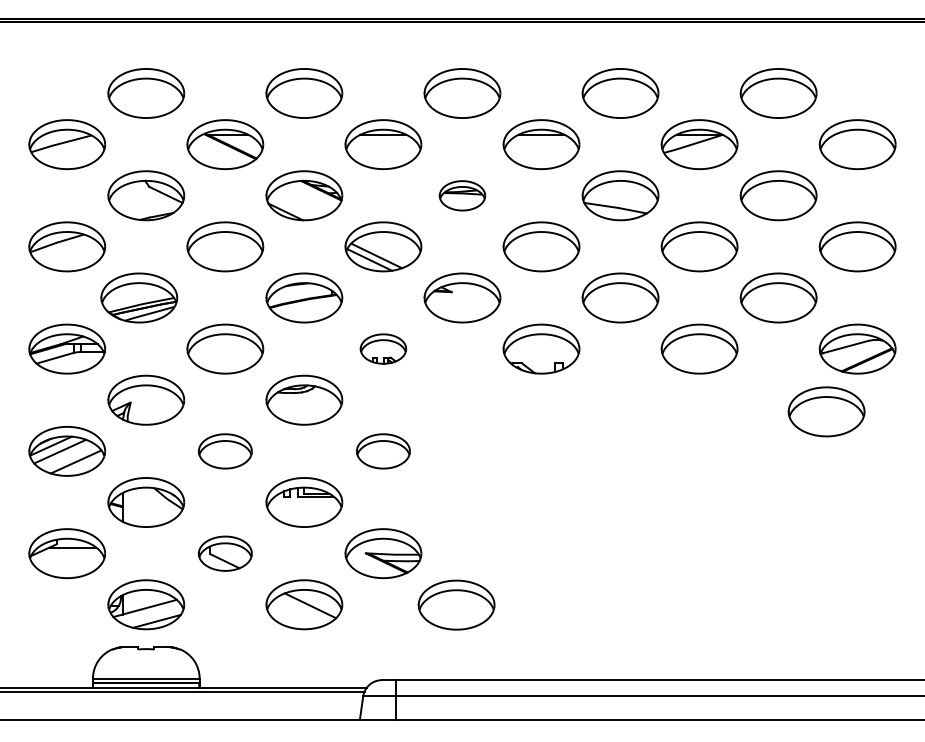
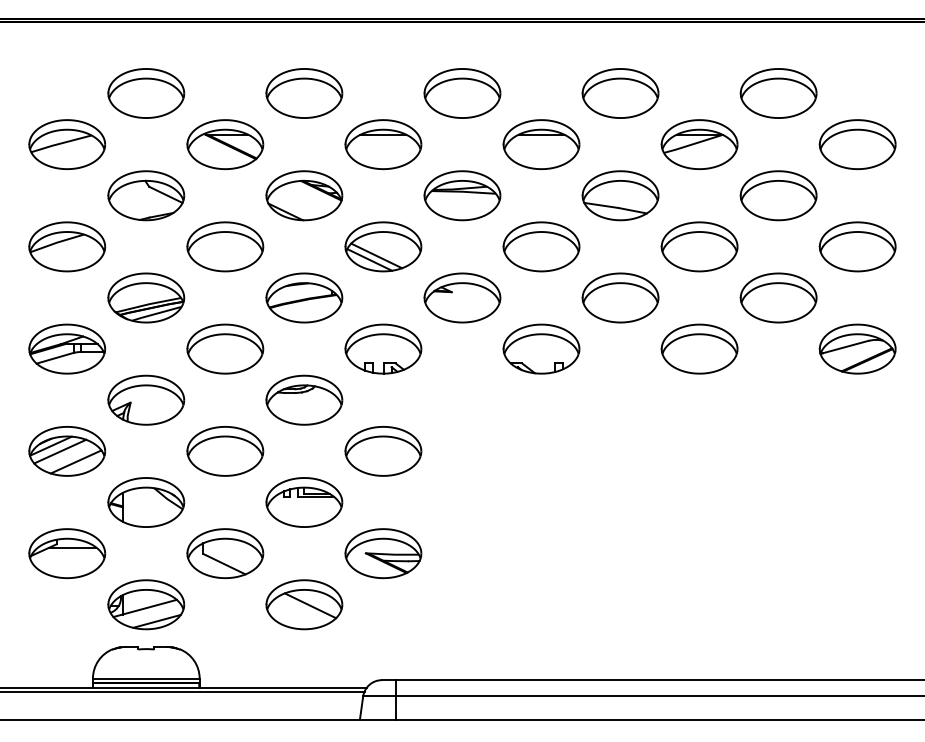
part at (462, 195) size: 49x32 px -> 79x52 px
part at (139, 297) position: (139, 297) -> (146, 297)
part at (383, 348) size: 49x32 px -> 79x52 px
part at (826, 411): present -> none
part at (224, 451) size: 56x37 px -> 79x51 px
part at (383, 451) size: 55x37 px -> 79x51 px
part at (224, 553) size: 56x37 px -> 79x52 px
part at (456, 604): present -> none
